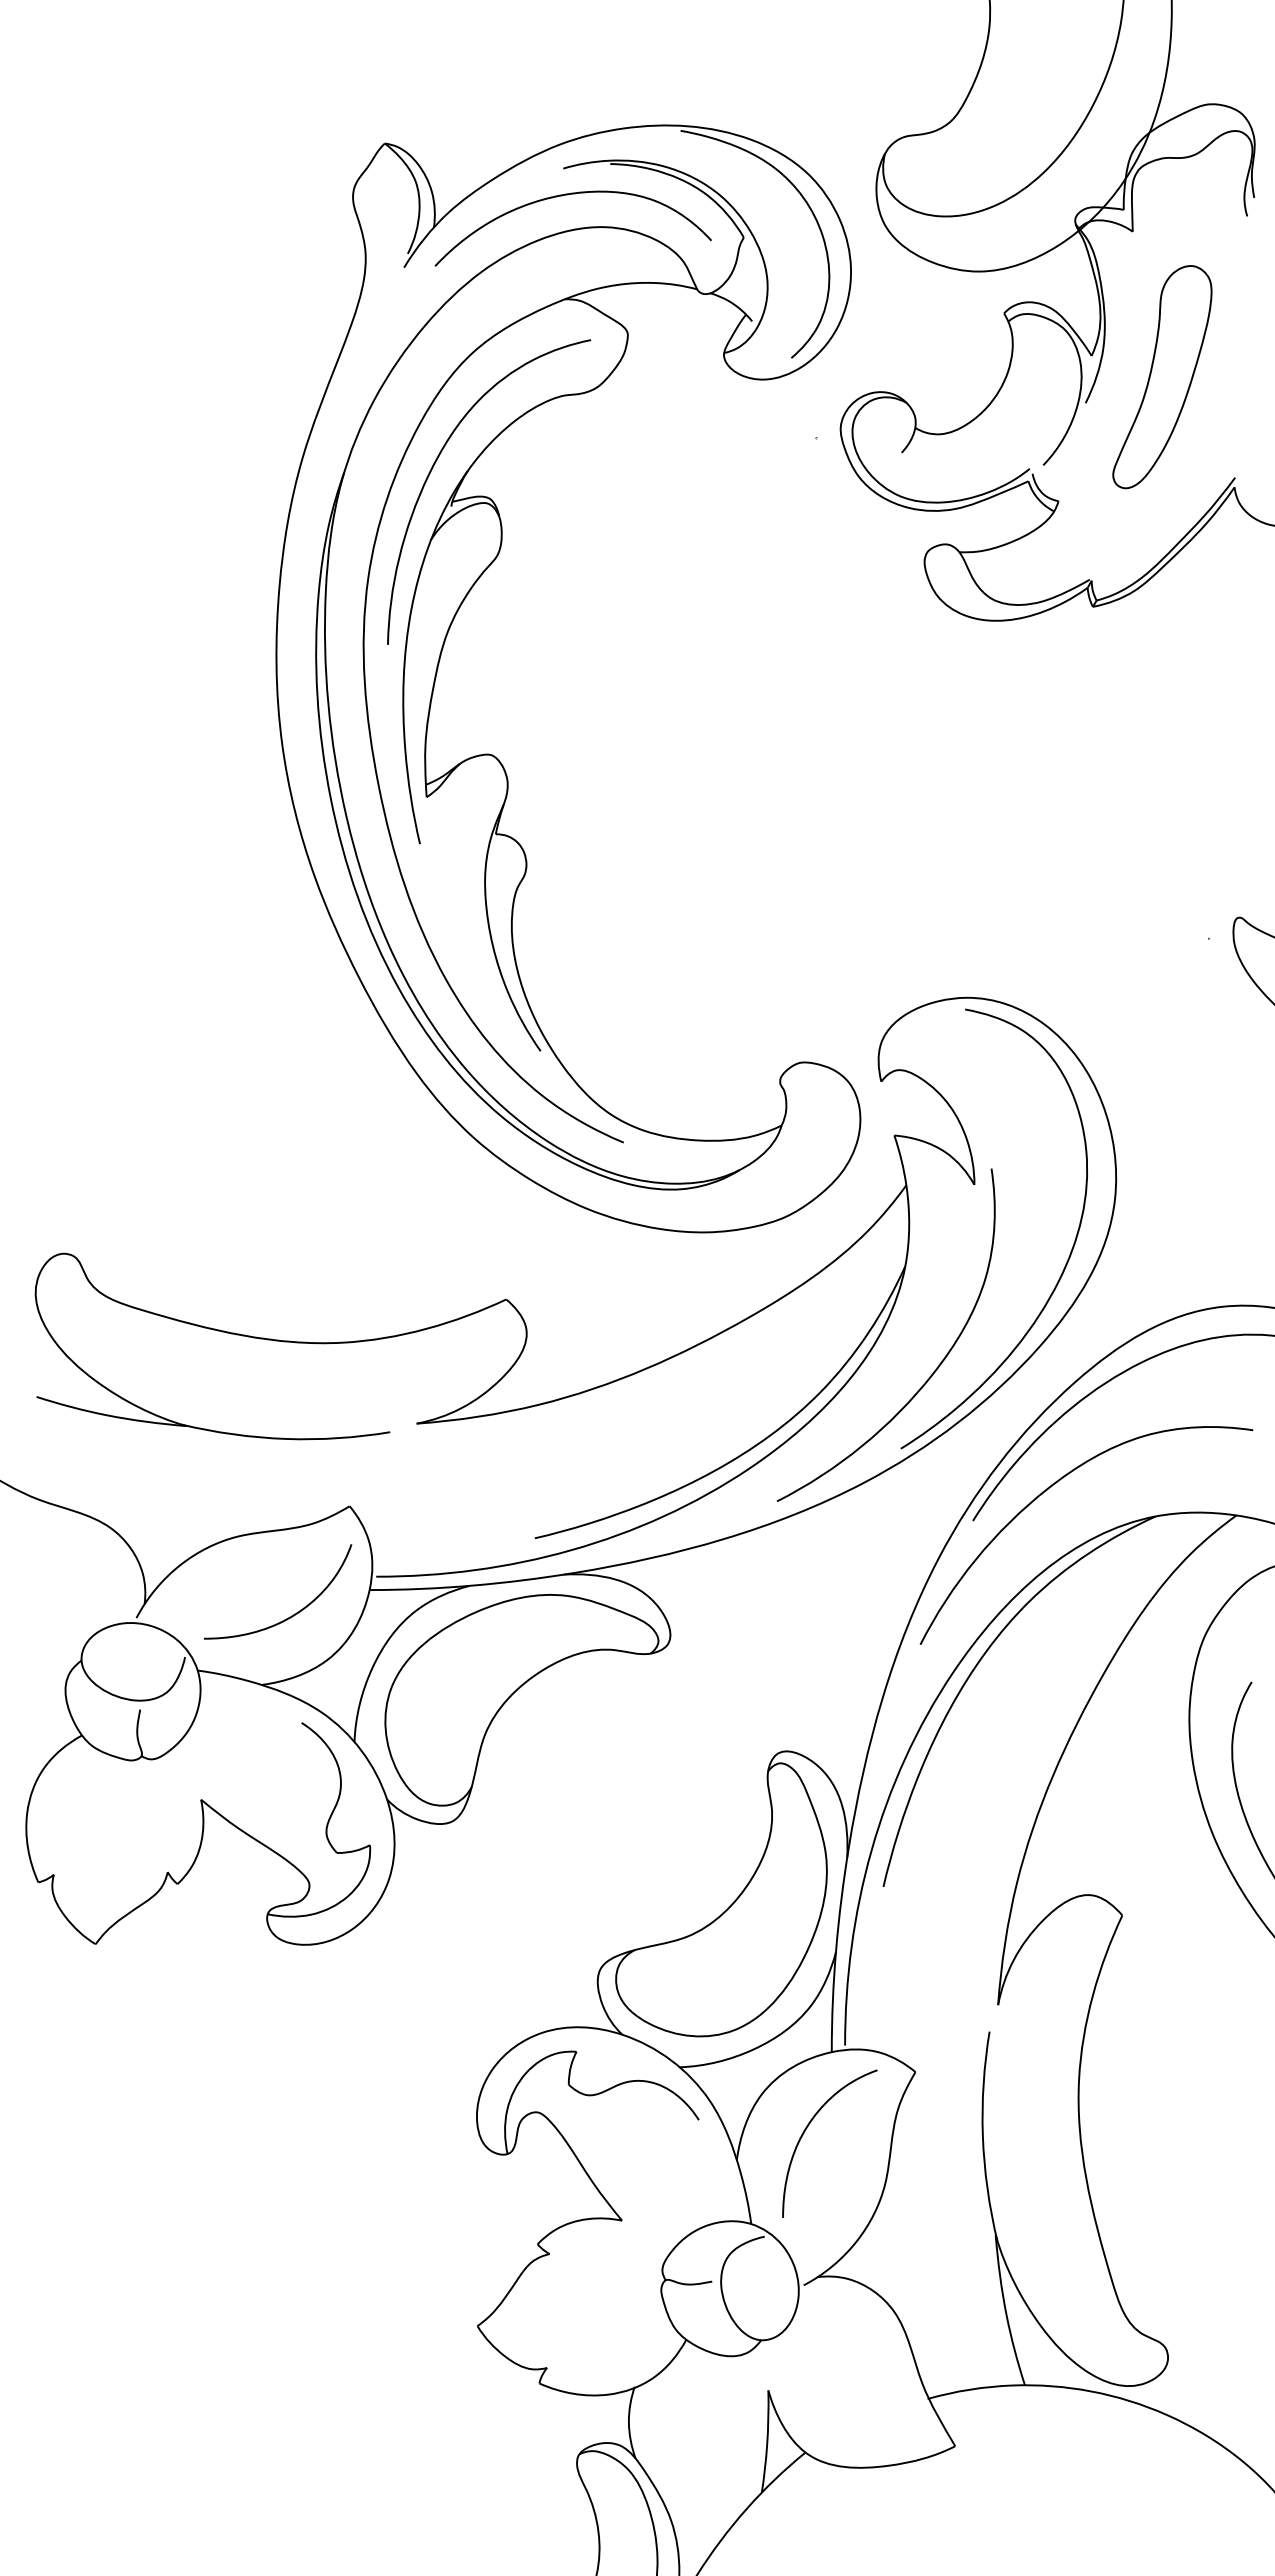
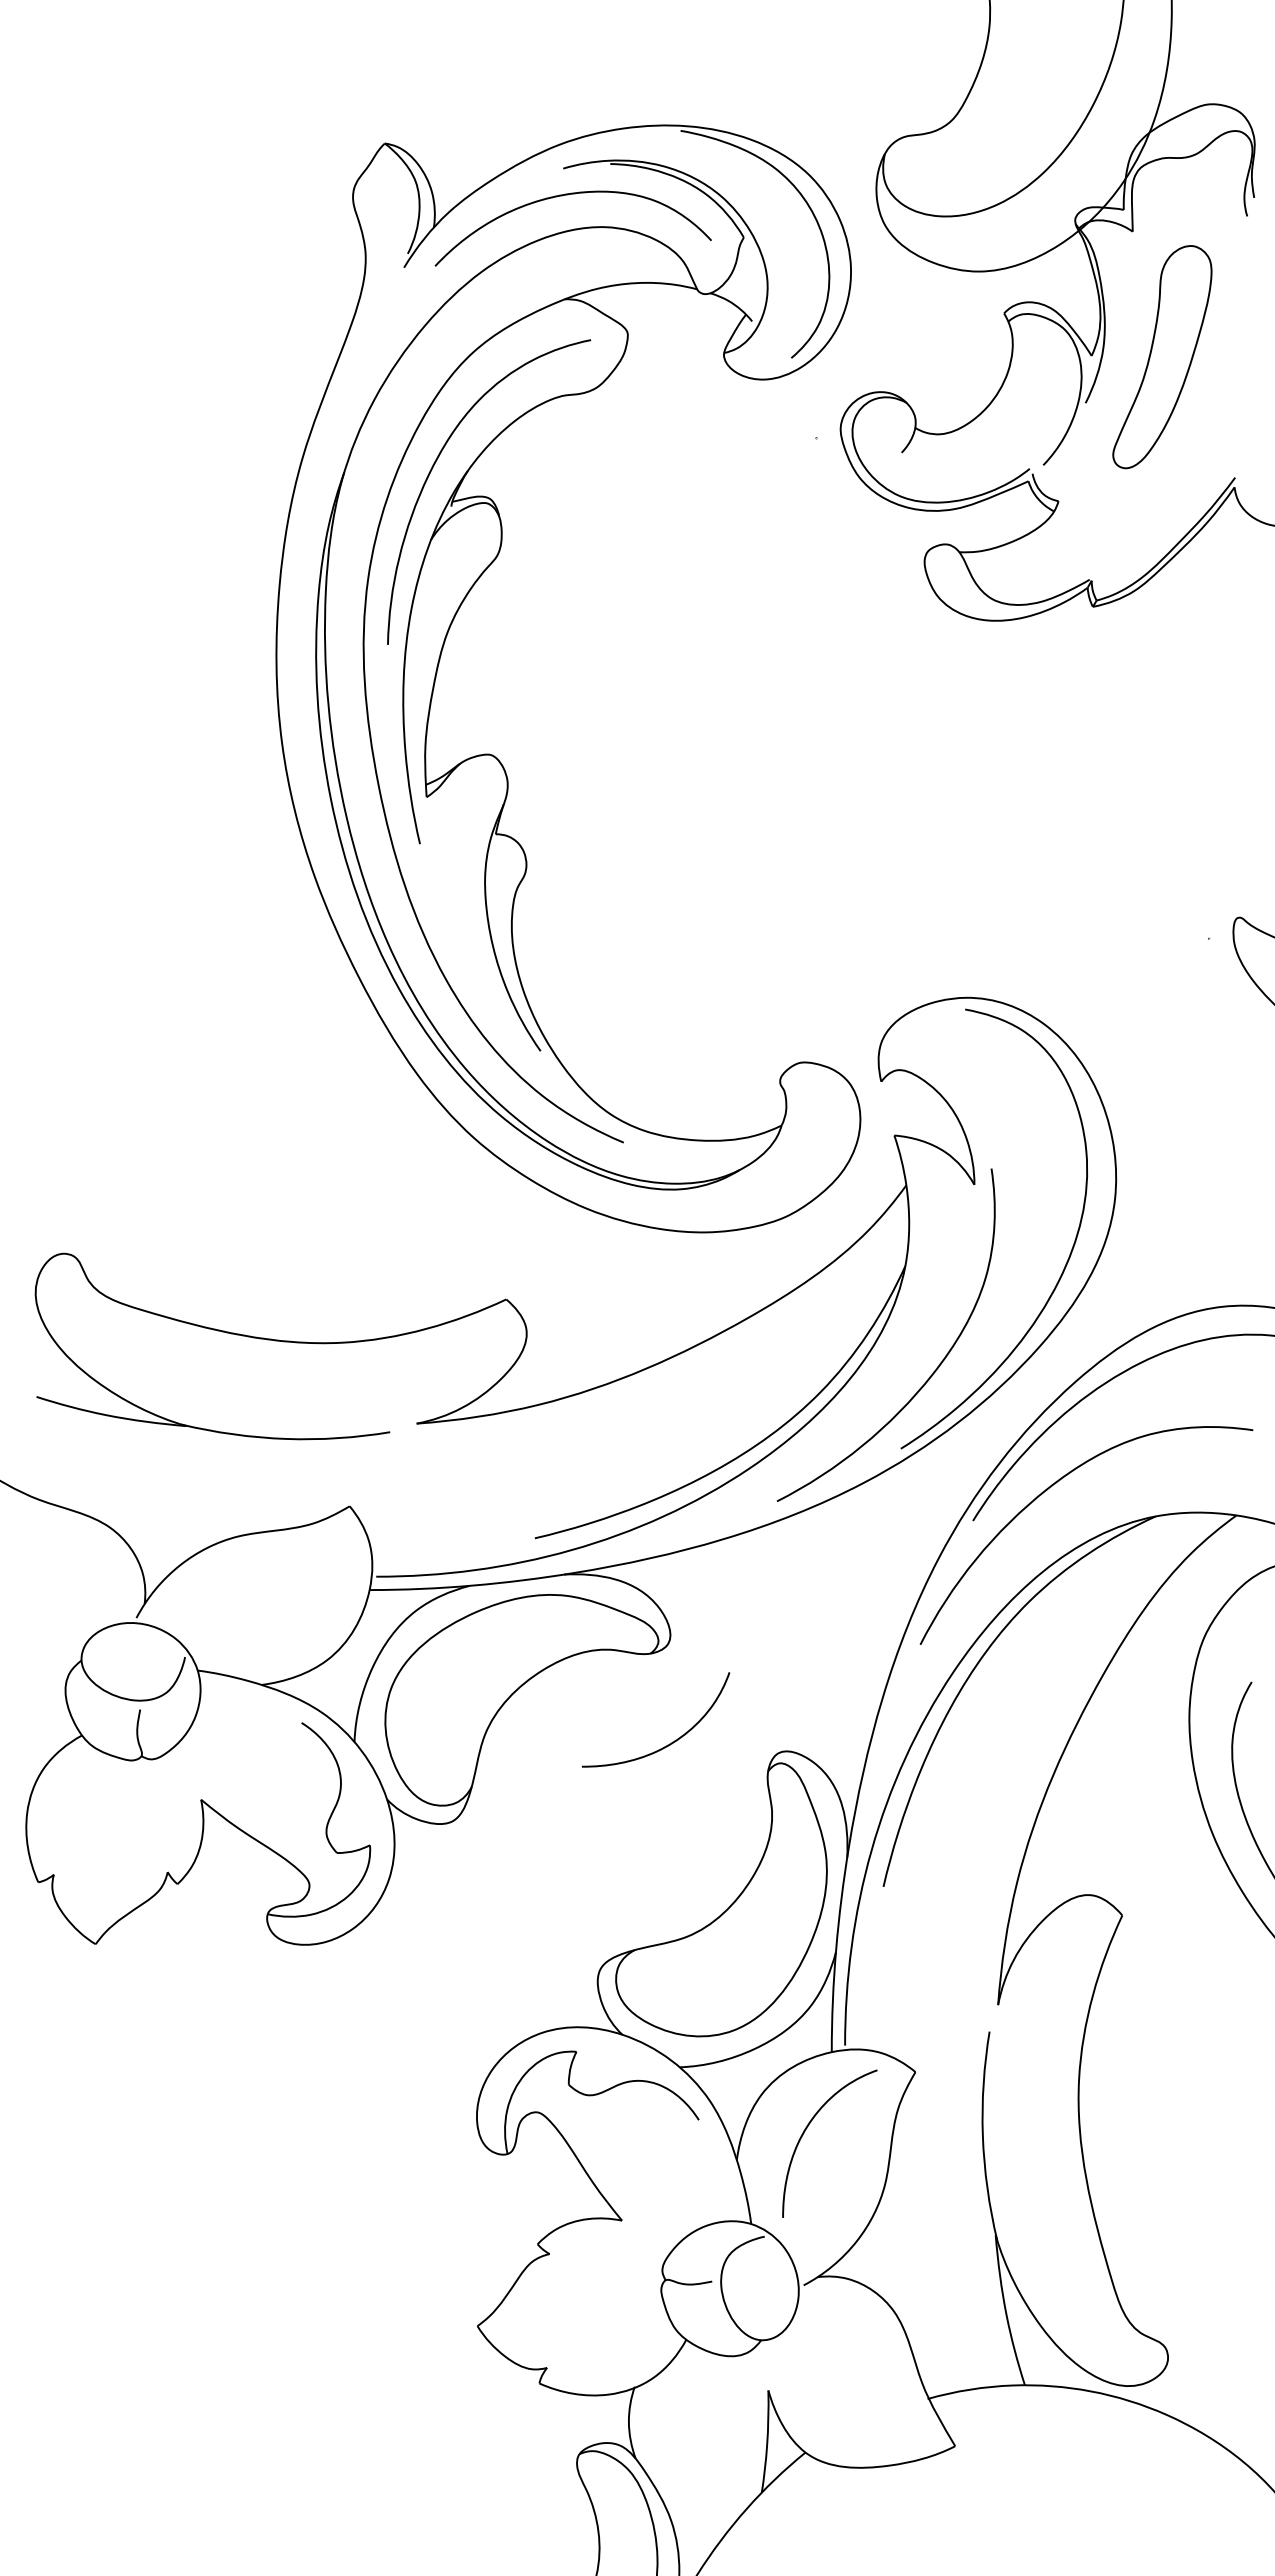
part at (1162, 377) position: (1162, 377) -> (1162, 357)
curve at (294, 1613) position: (294, 1613) -> (672, 1741)
